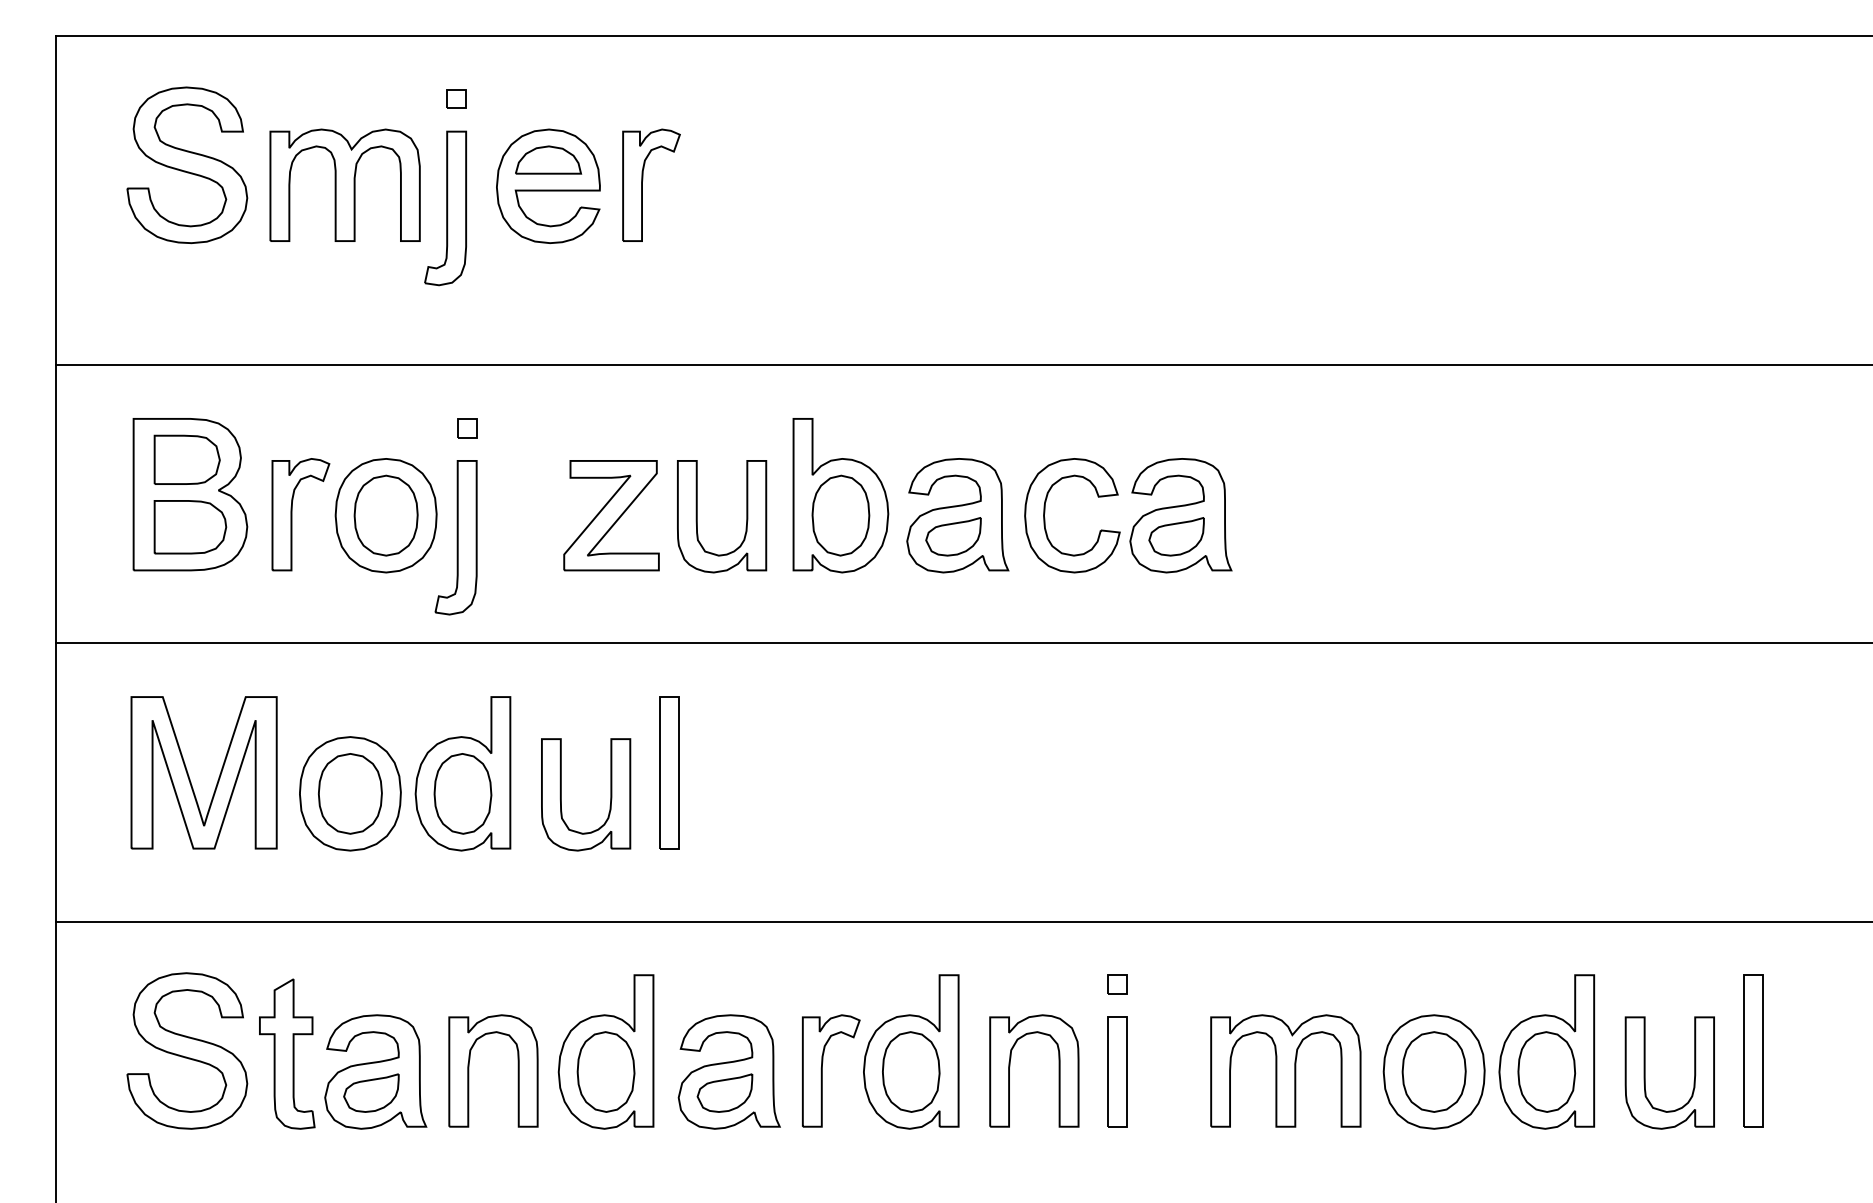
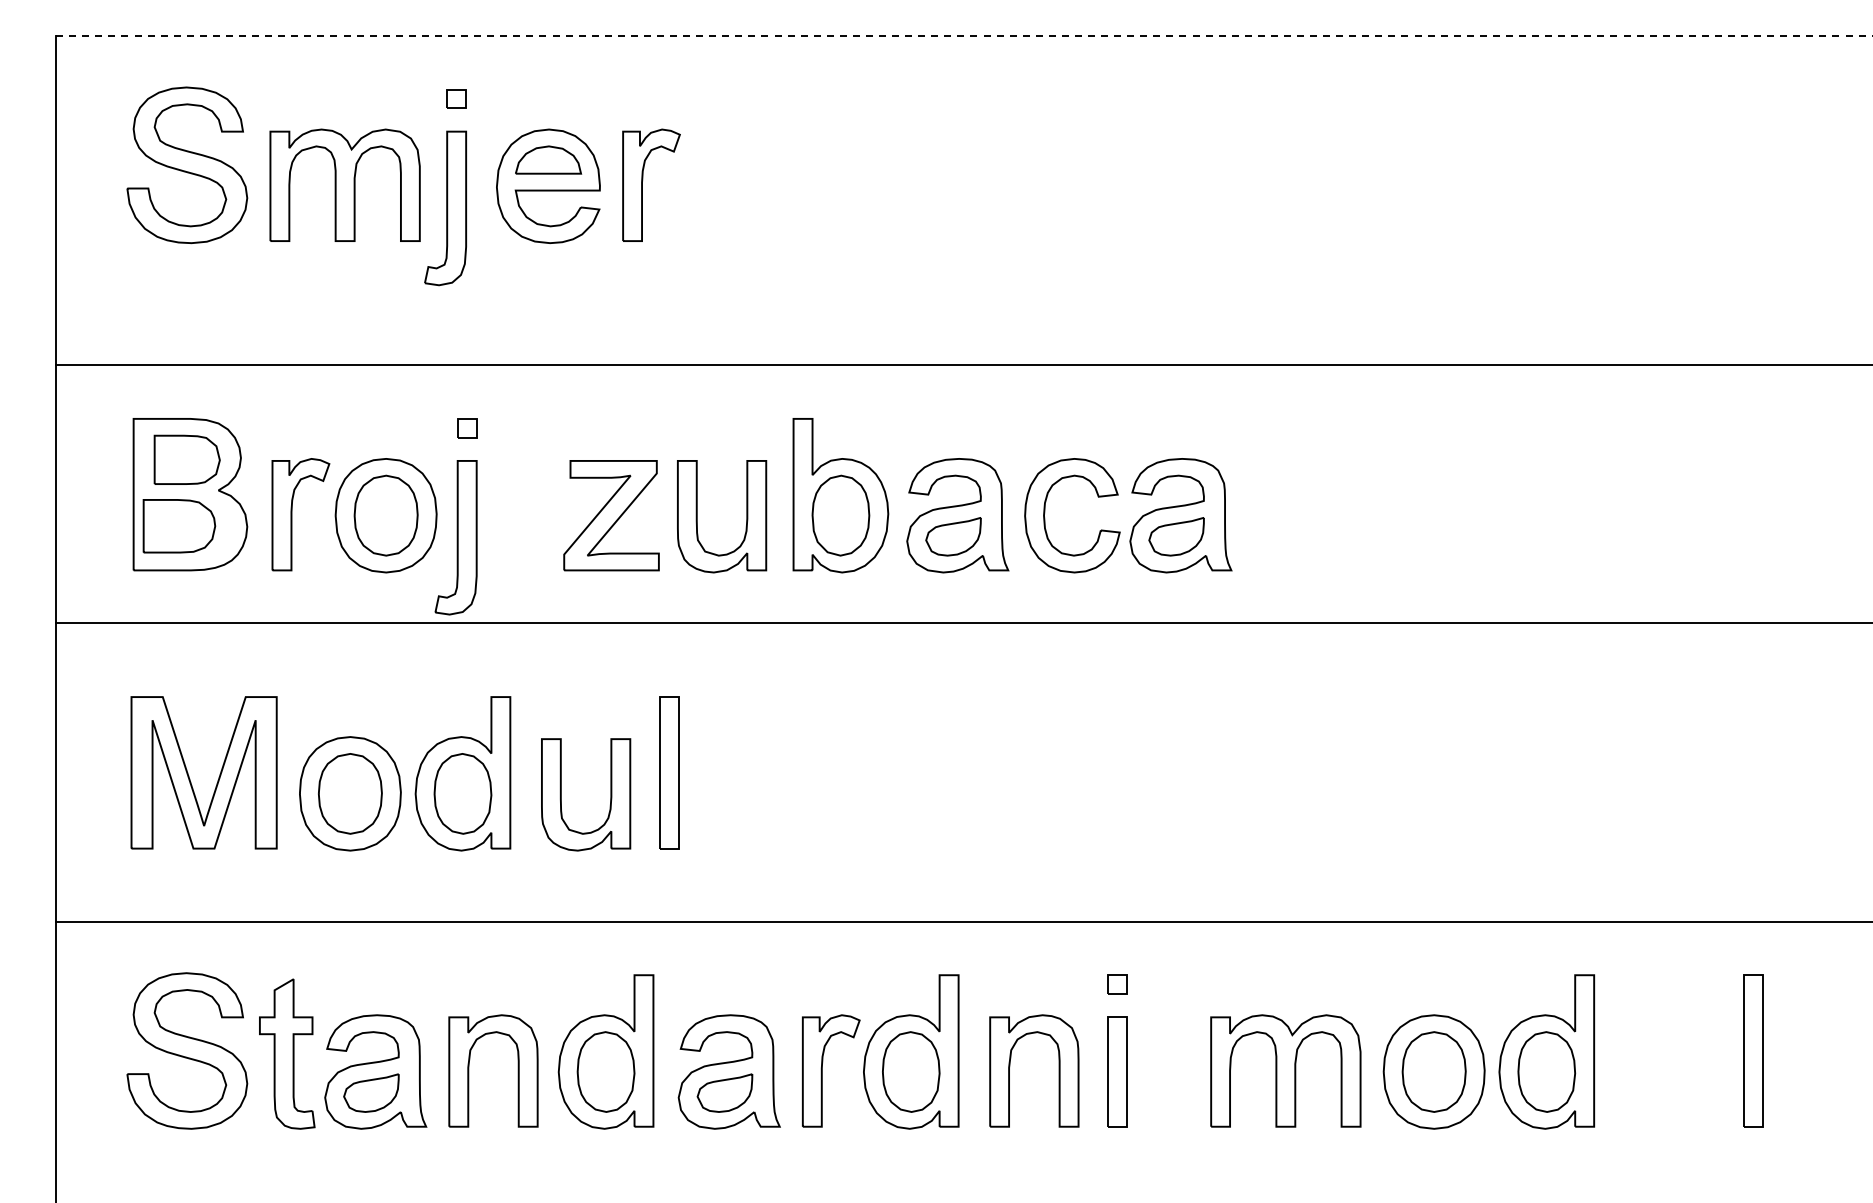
line at (964, 35): solid -> dashed
part at (190, 527) position: (190, 527) -> (179, 526)
line at (962, 643) position: (962, 643) -> (962, 623)
part at (1645, 1072): present -> none
